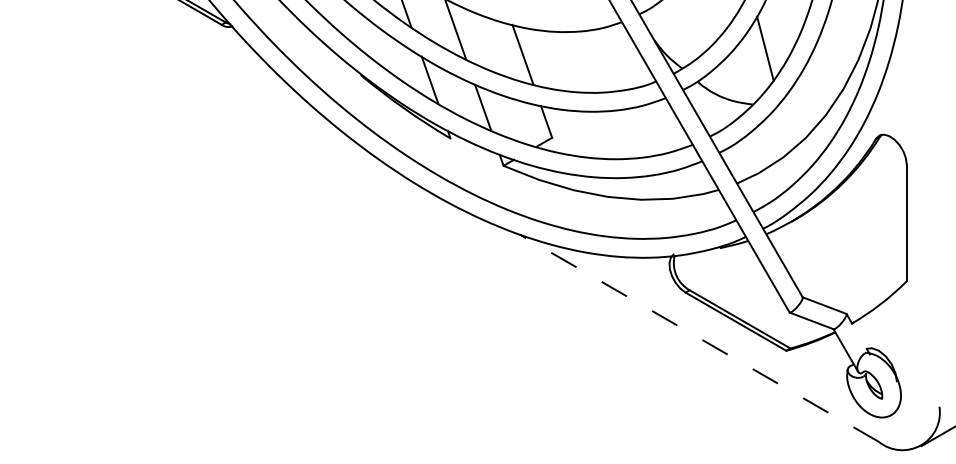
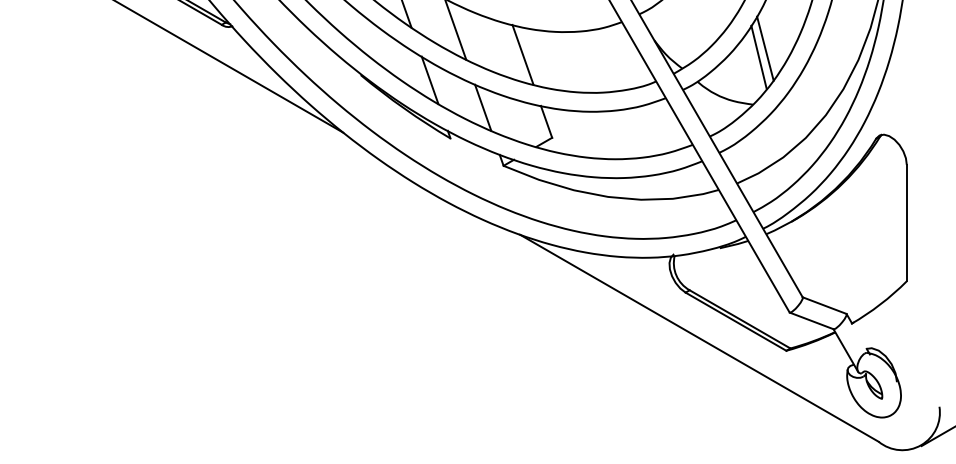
line at (758, 57): none -> present
line at (230, 67): none -> present
line at (698, 338): dashed -> solid
